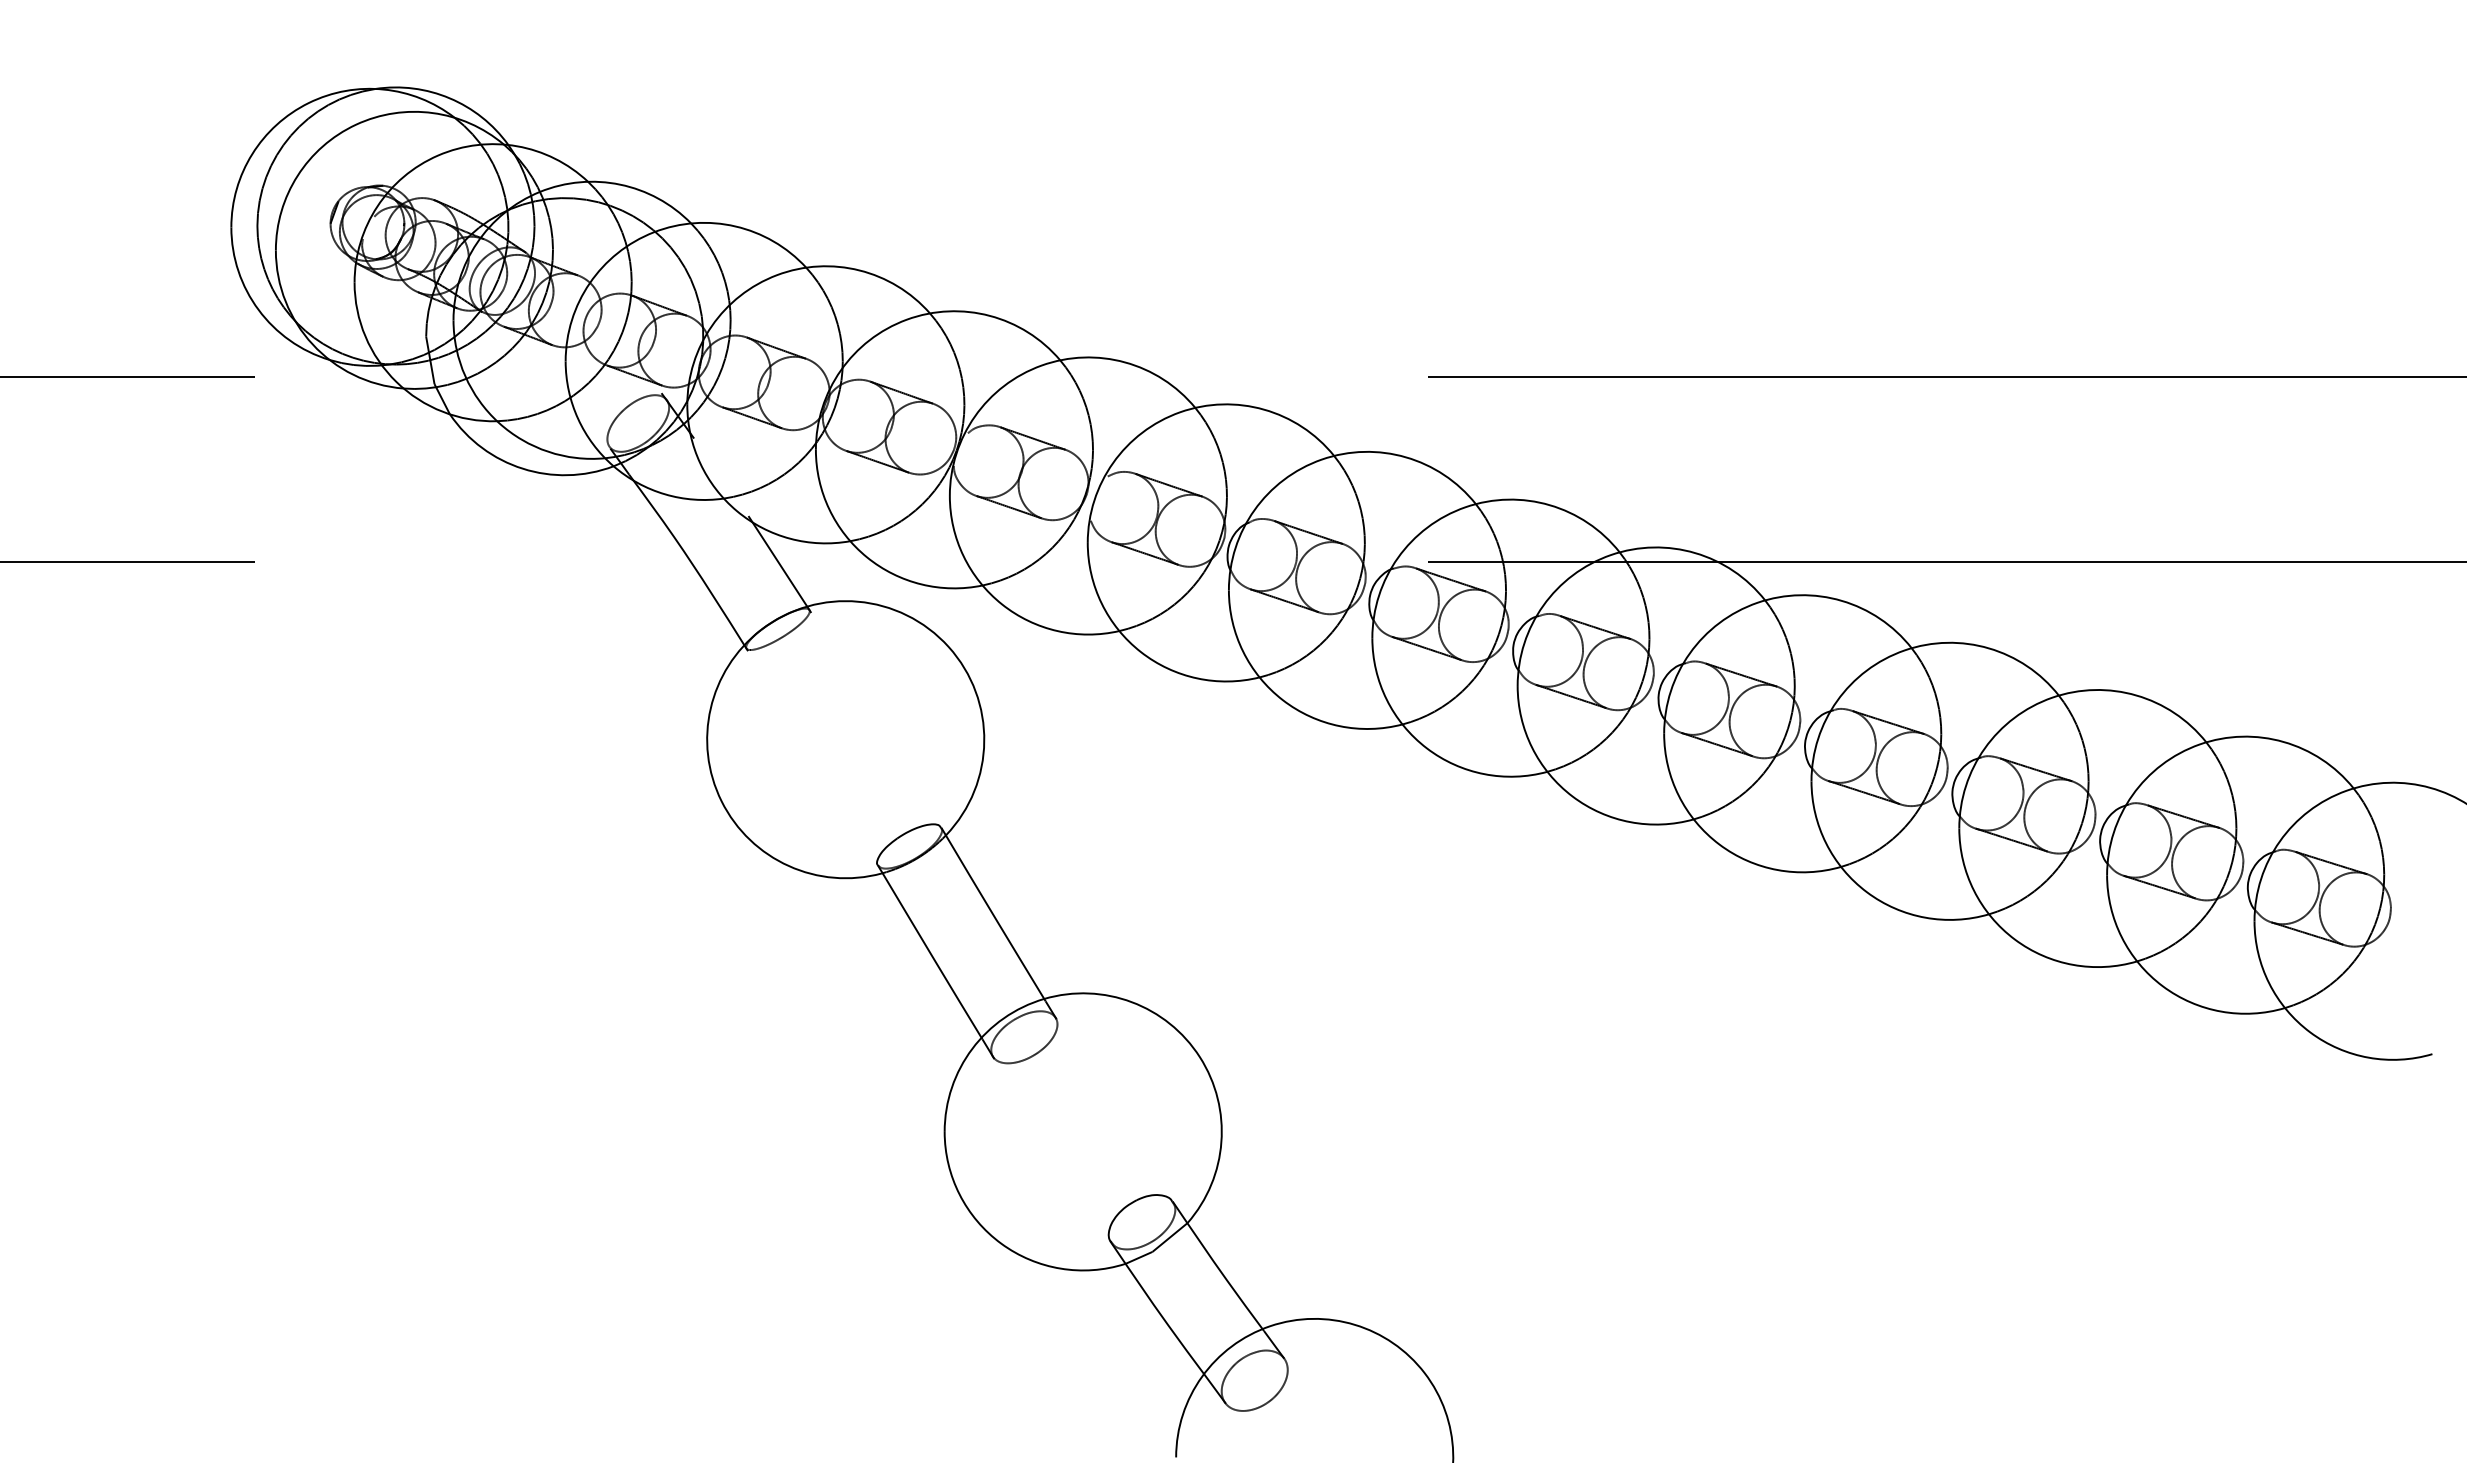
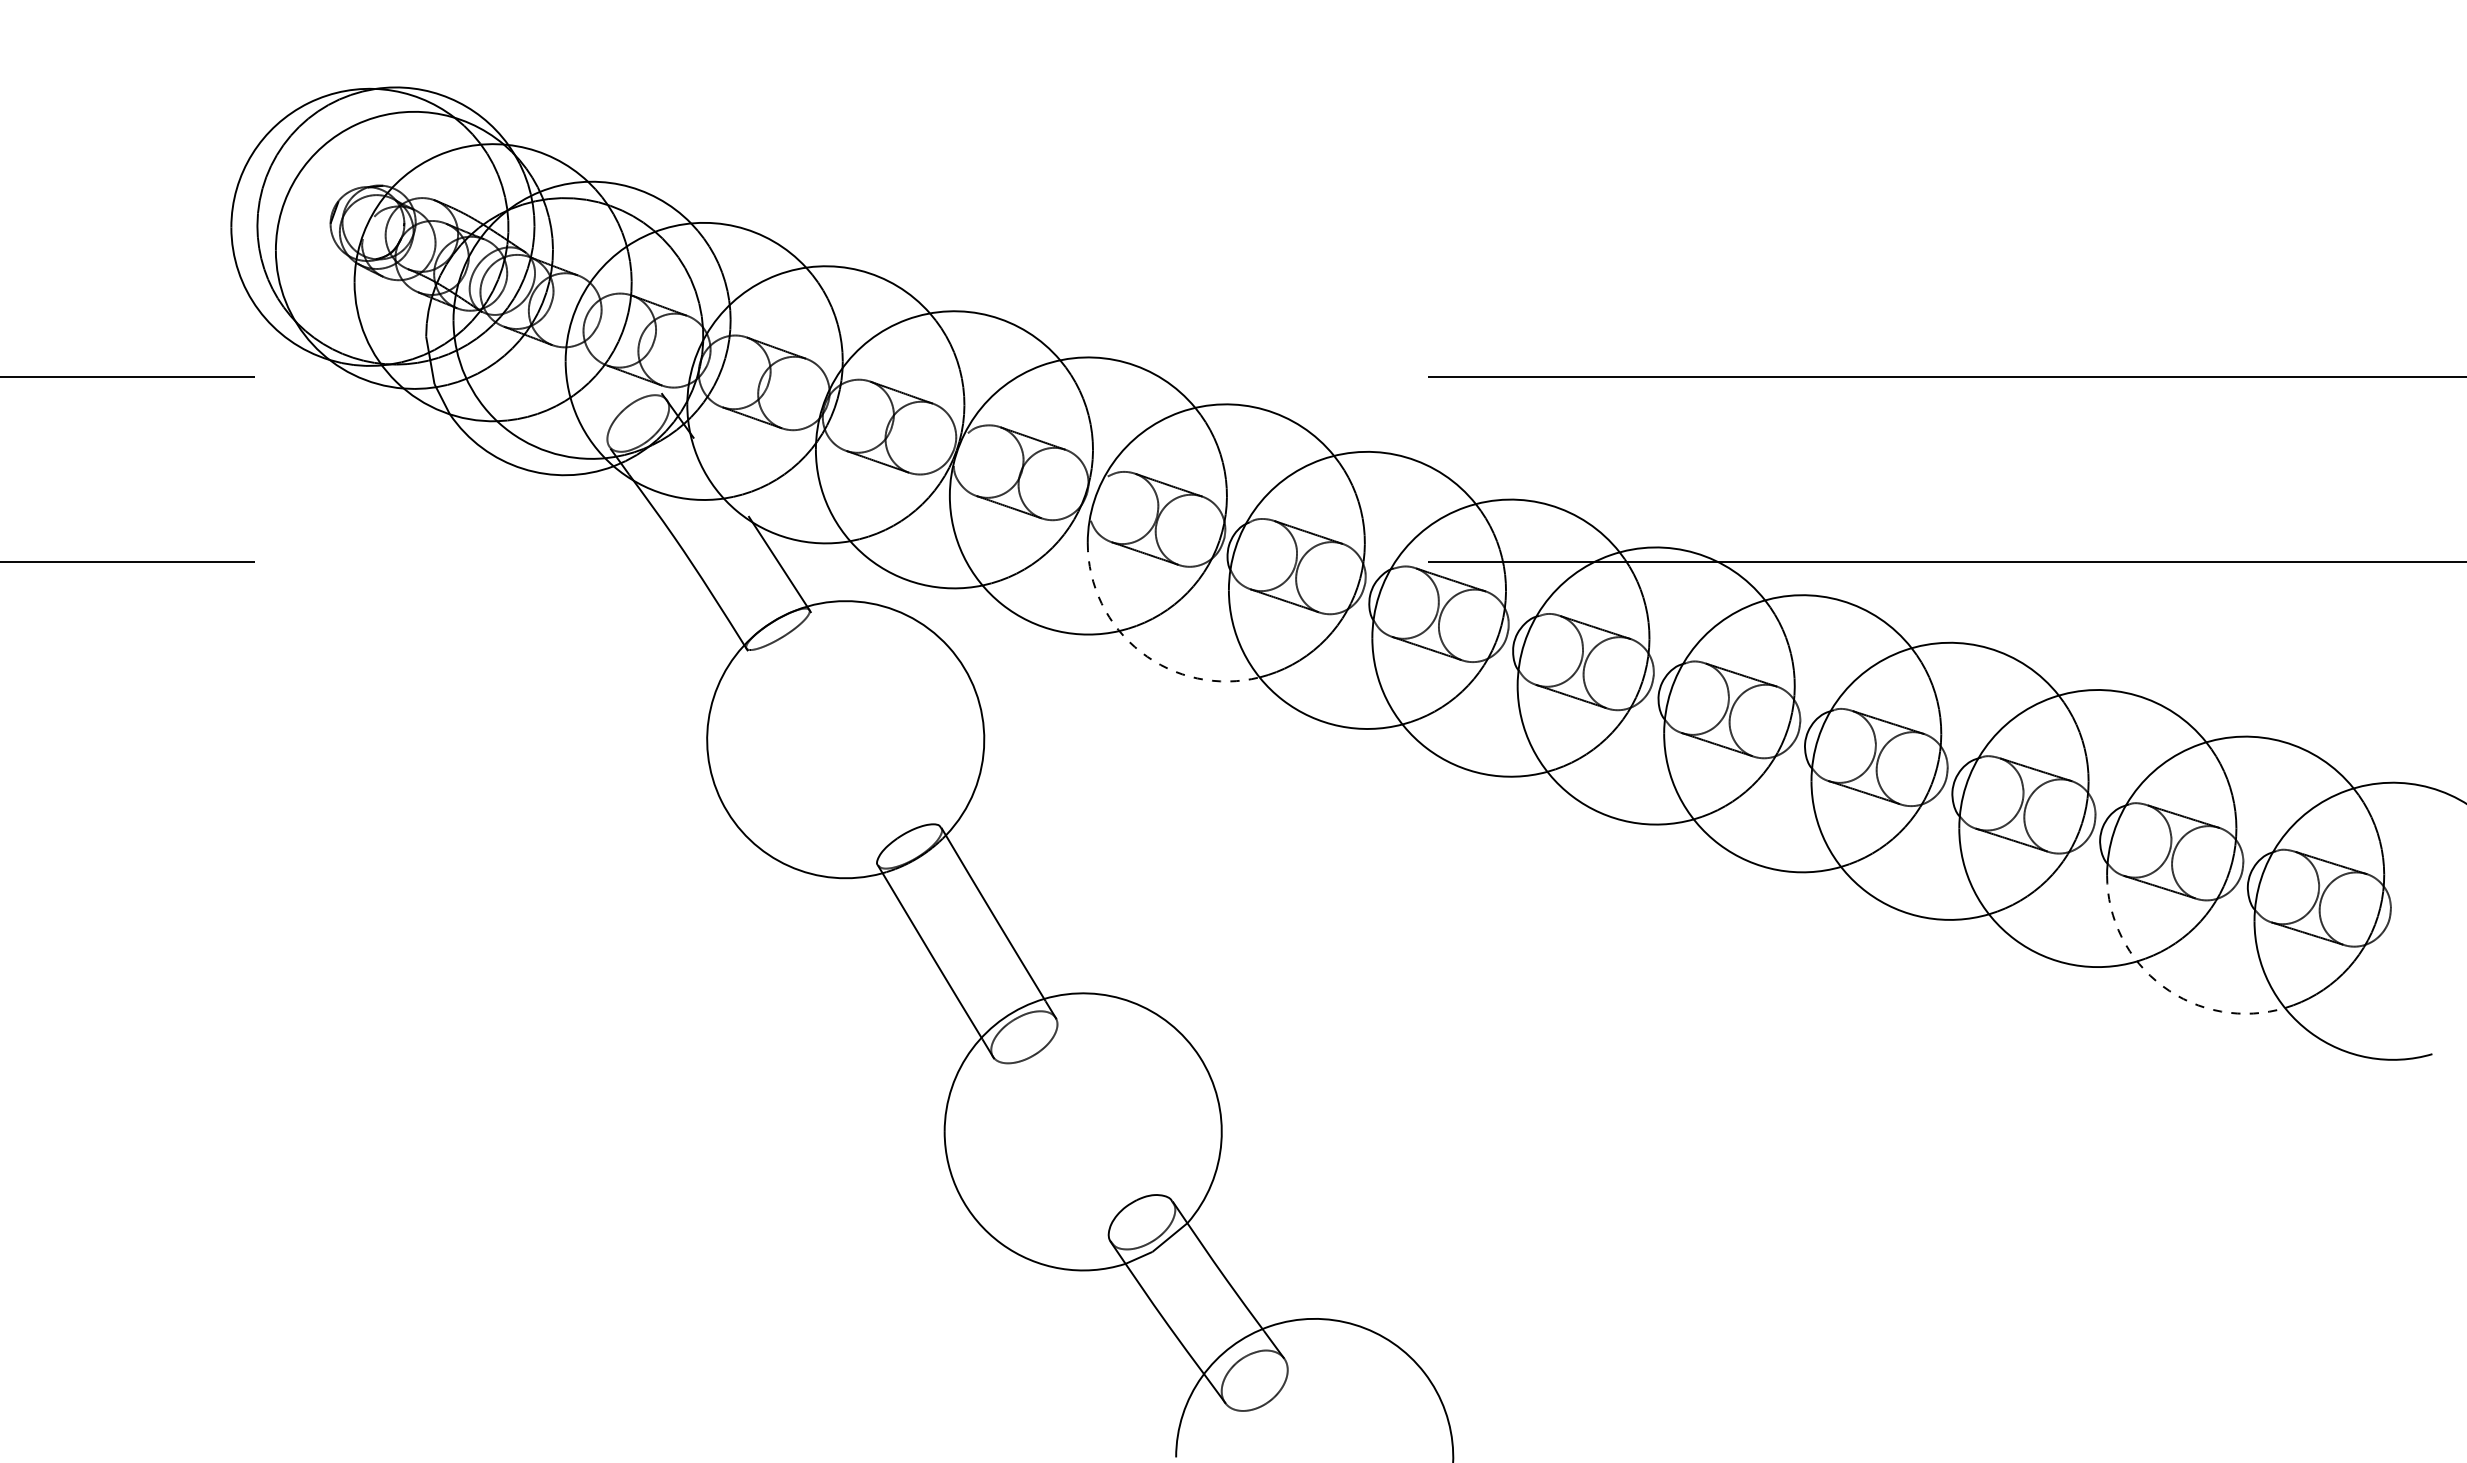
arc at (1140, 652): solid -> dashed
arc at (2162, 986): solid -> dashed
